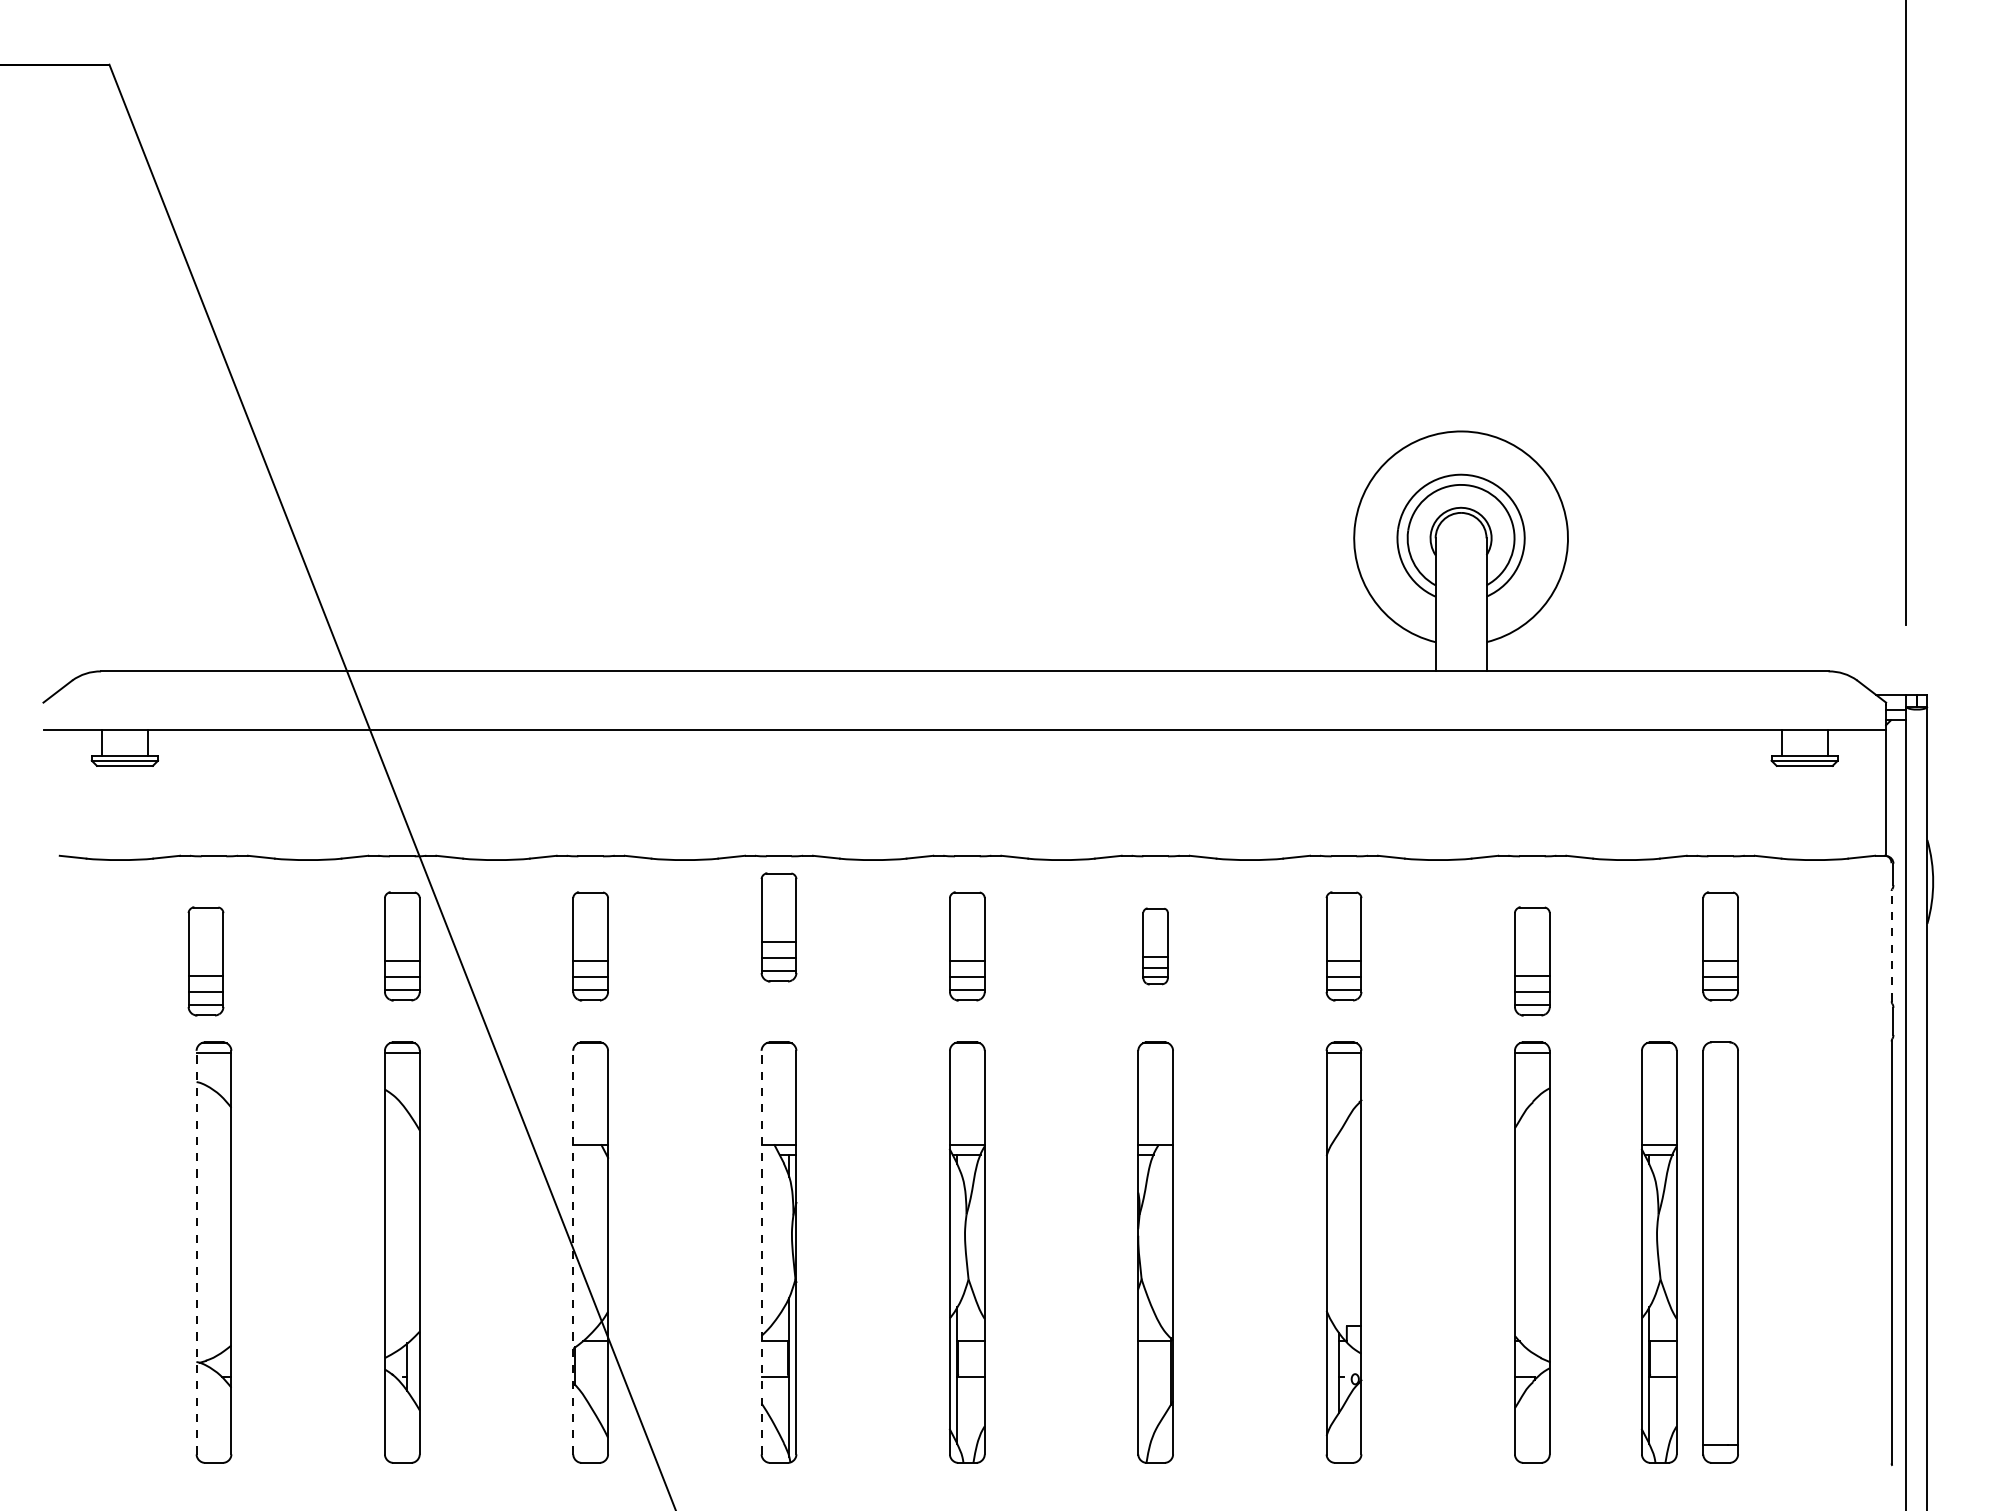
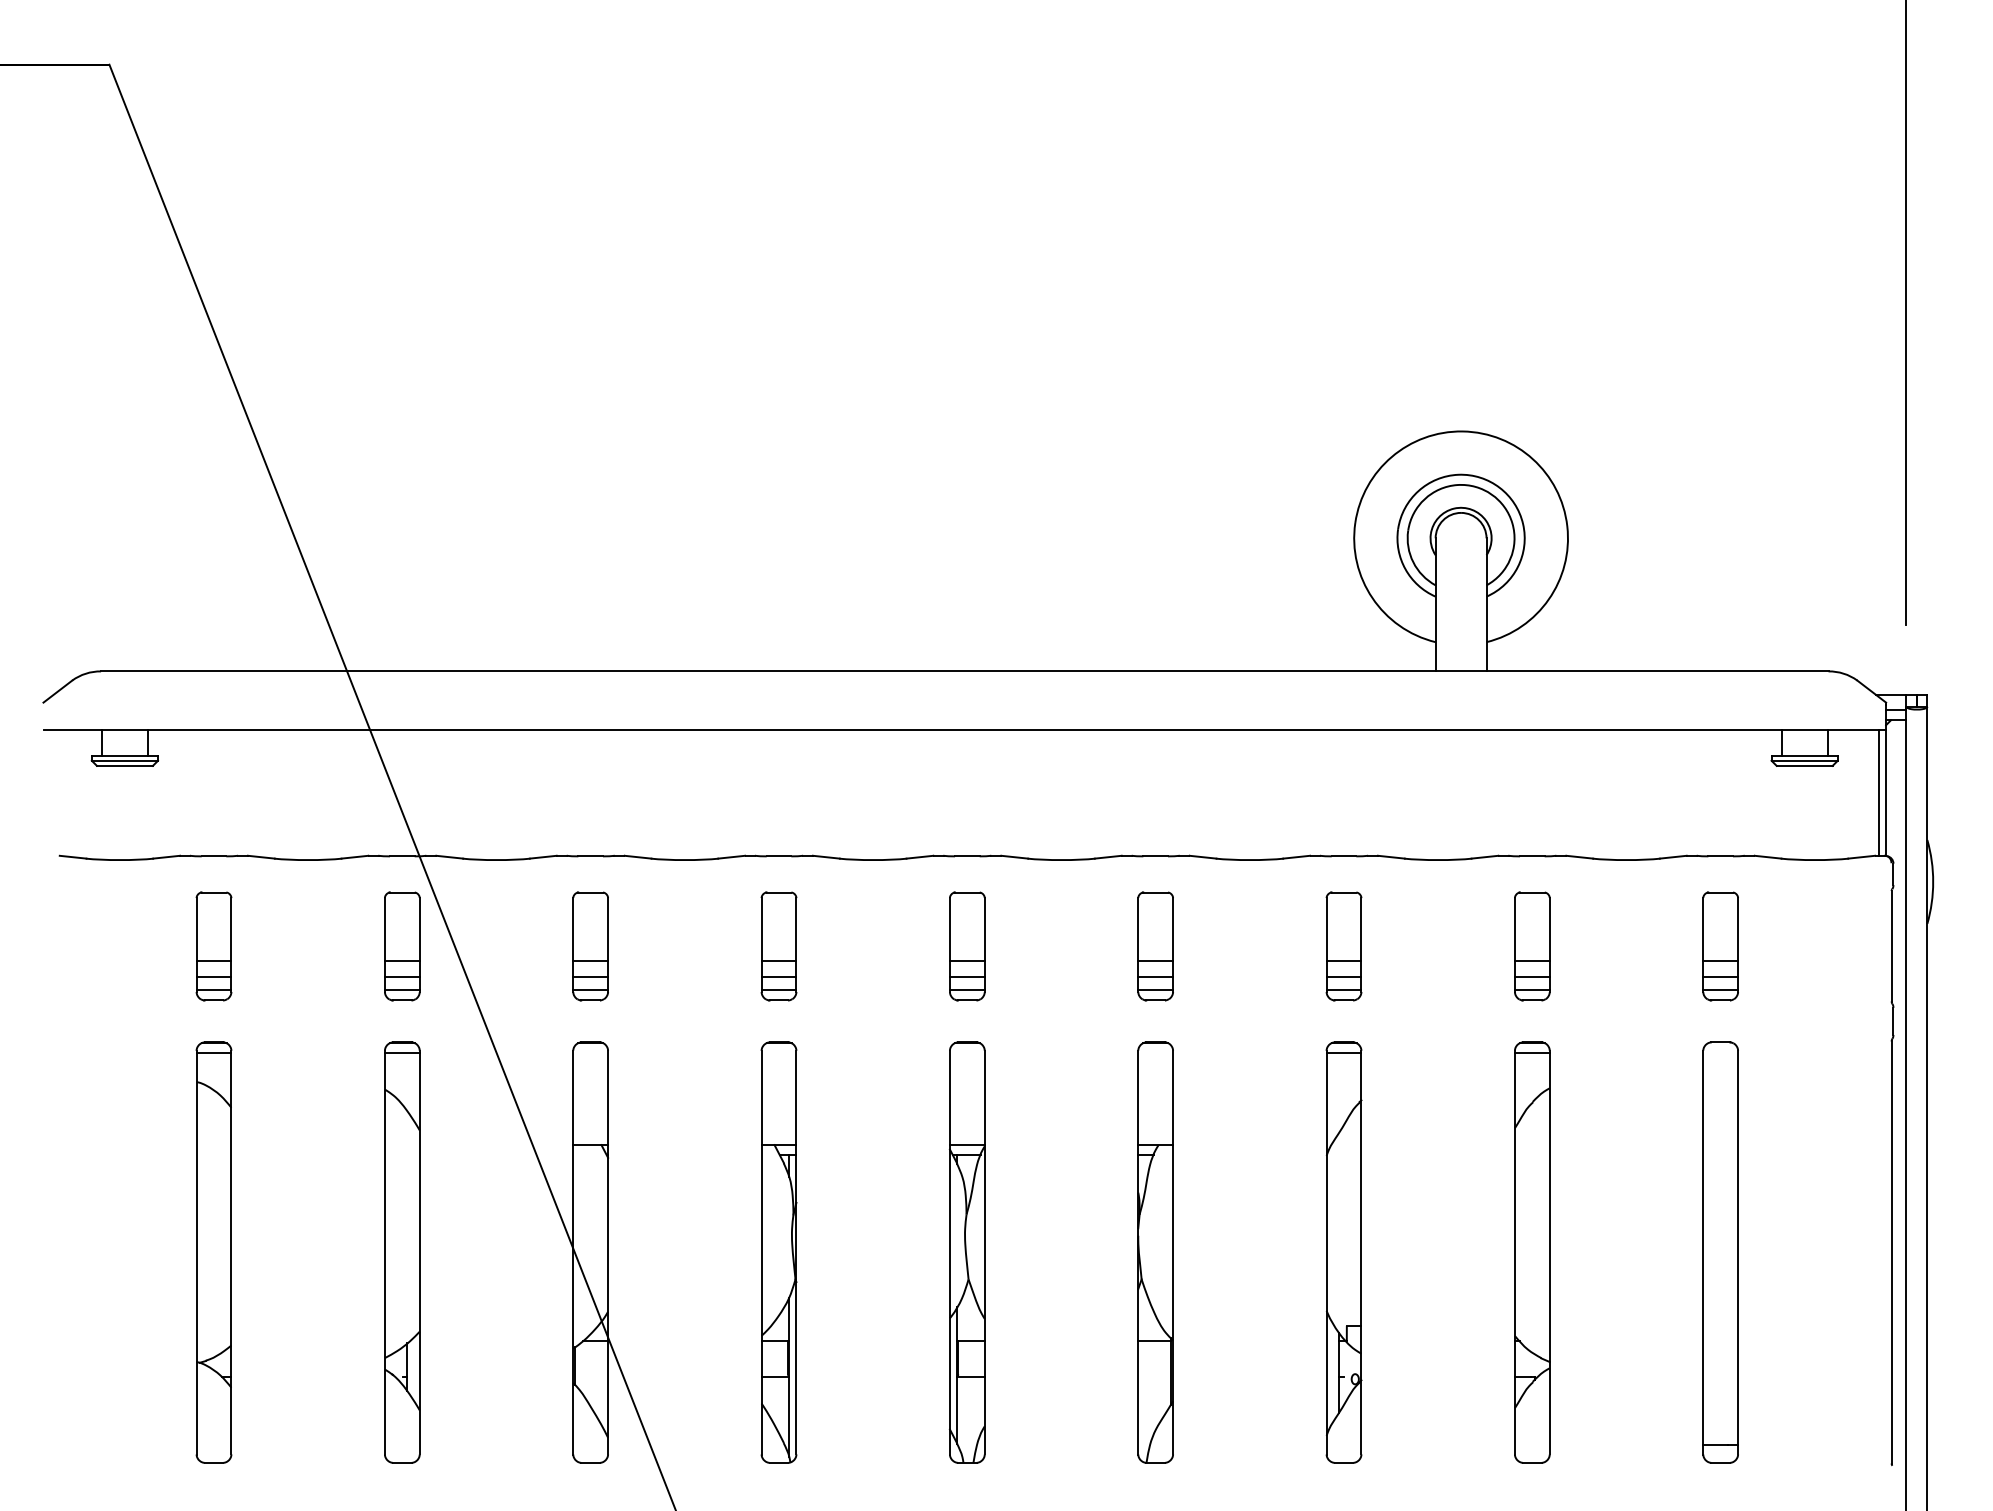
line at (1878, 792): none -> present
part at (778, 927) position: (778, 927) -> (778, 946)
line at (1891, 945): dashed -> solid
part at (1155, 946) size: 27x79 px -> 37x111 px
part at (205, 961) position: (205, 961) -> (213, 946)
part at (1532, 961) position: (1532, 961) -> (1532, 946)
line at (196, 1252): dashed -> solid
line at (573, 1252): dashed -> solid
line at (761, 1252): dashed -> solid
part at (1658, 1252): present -> none
